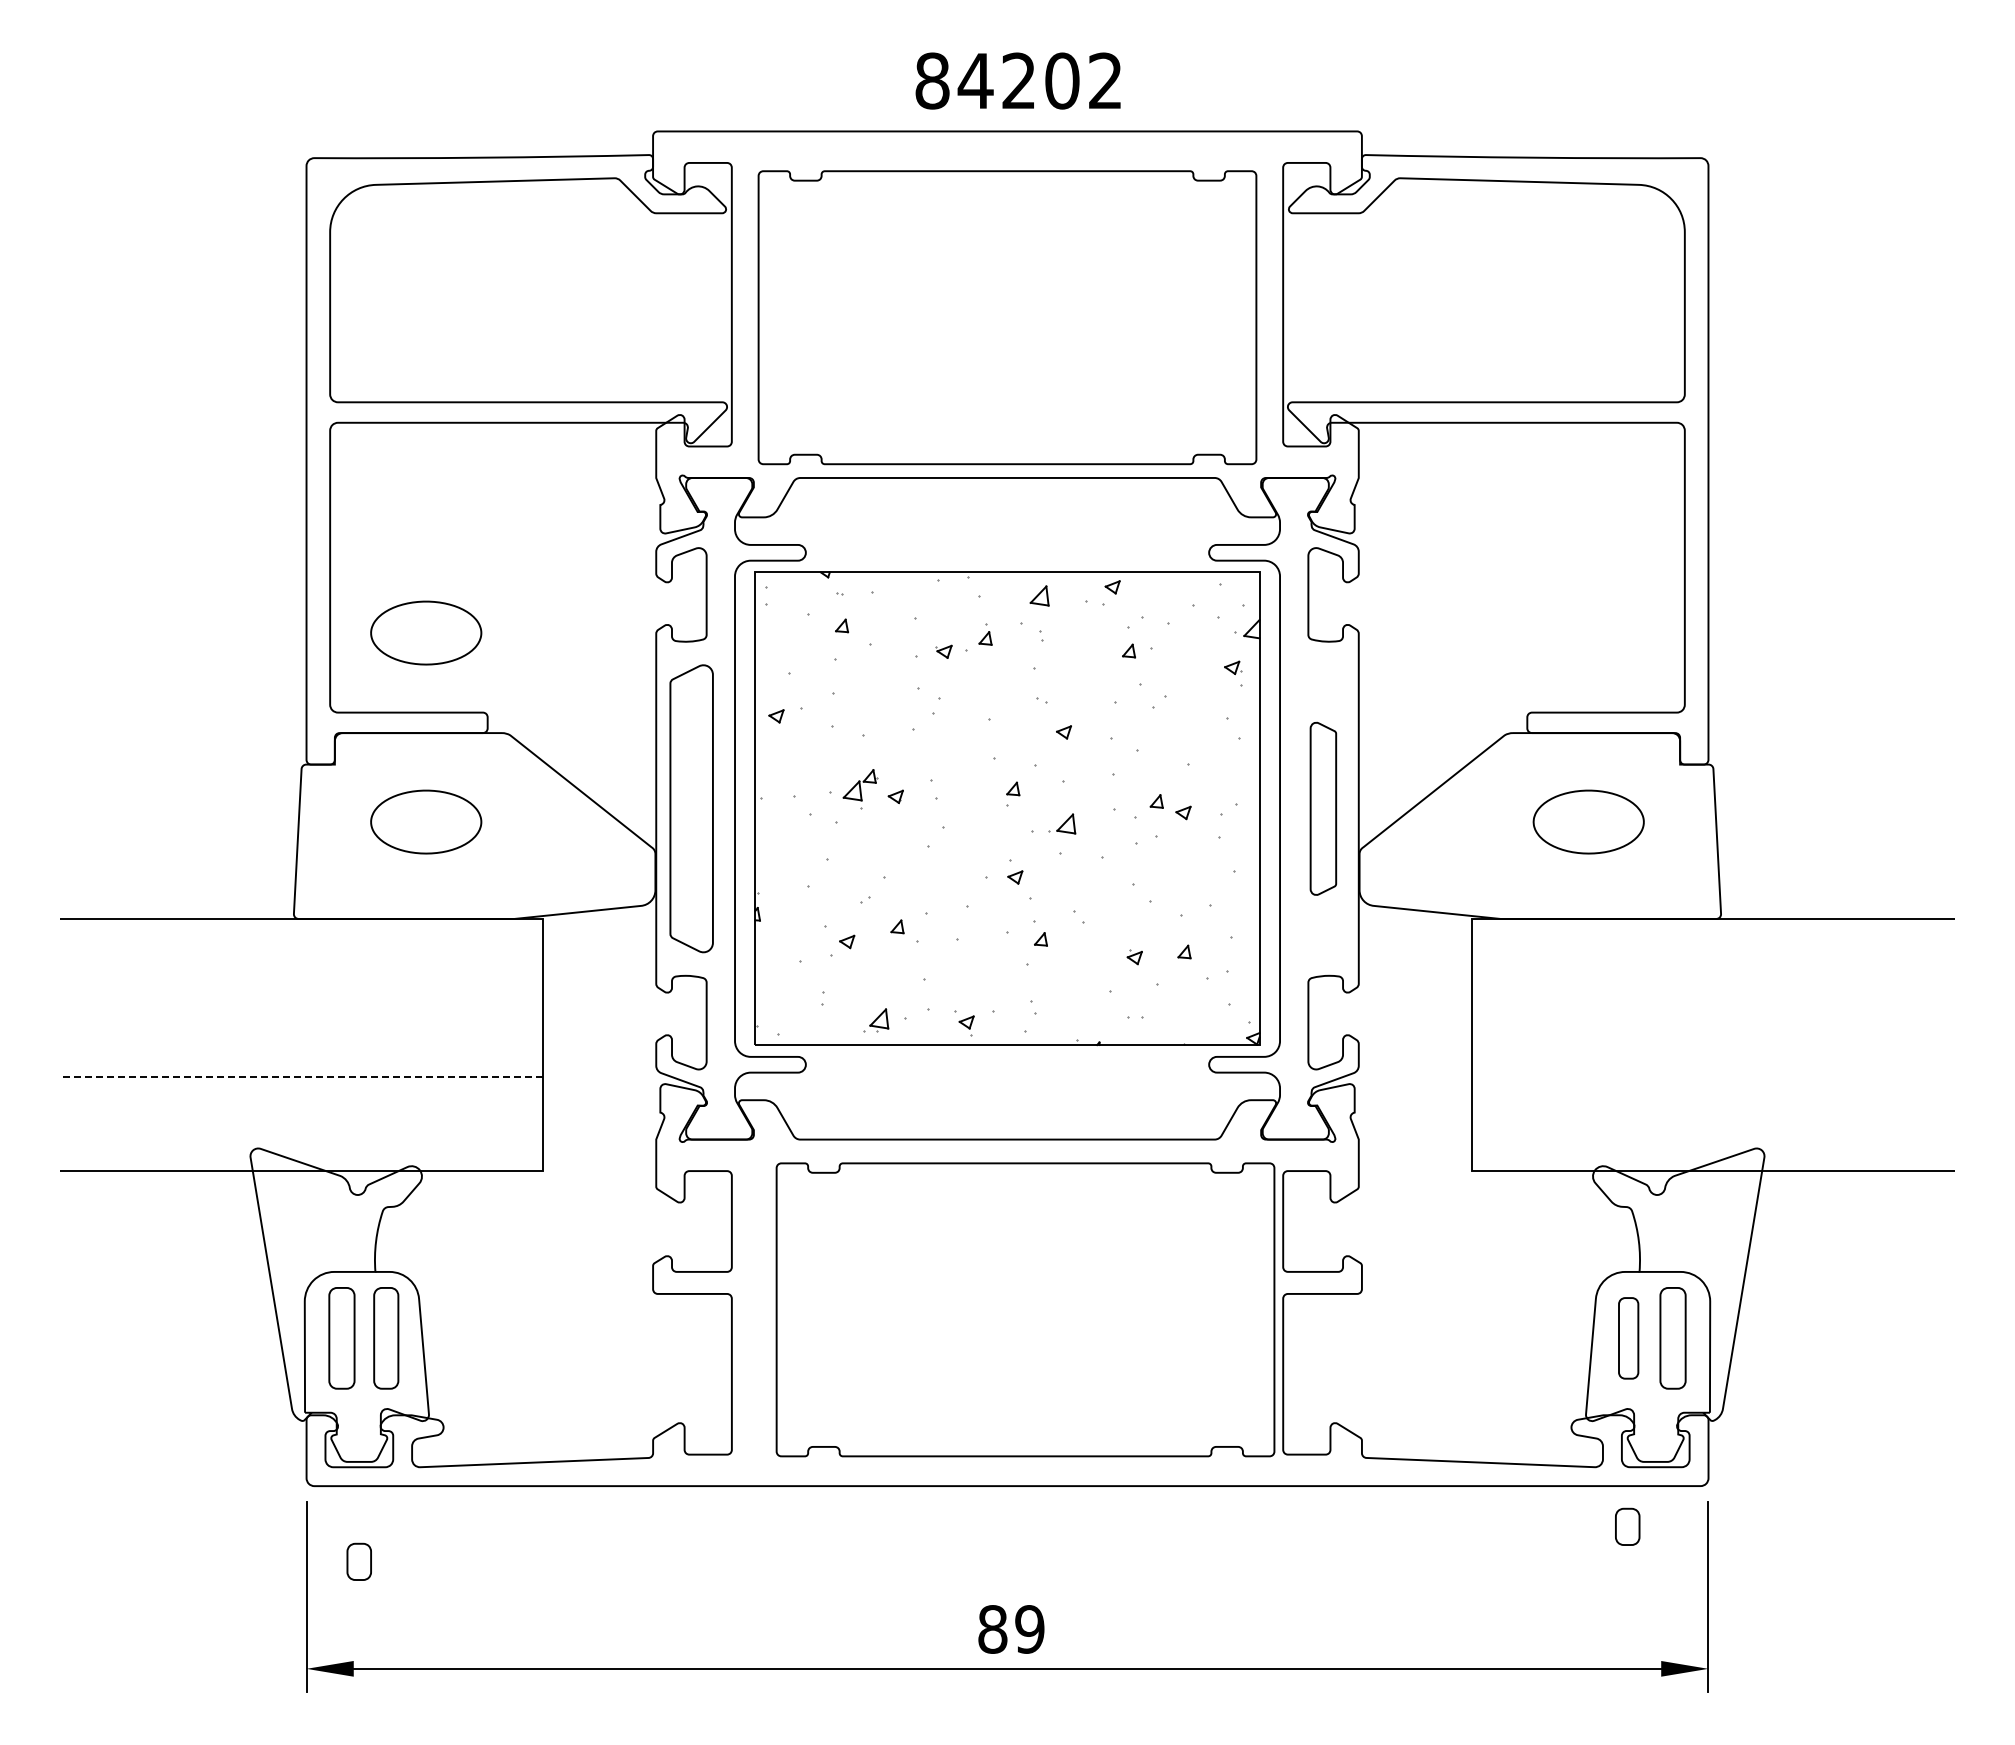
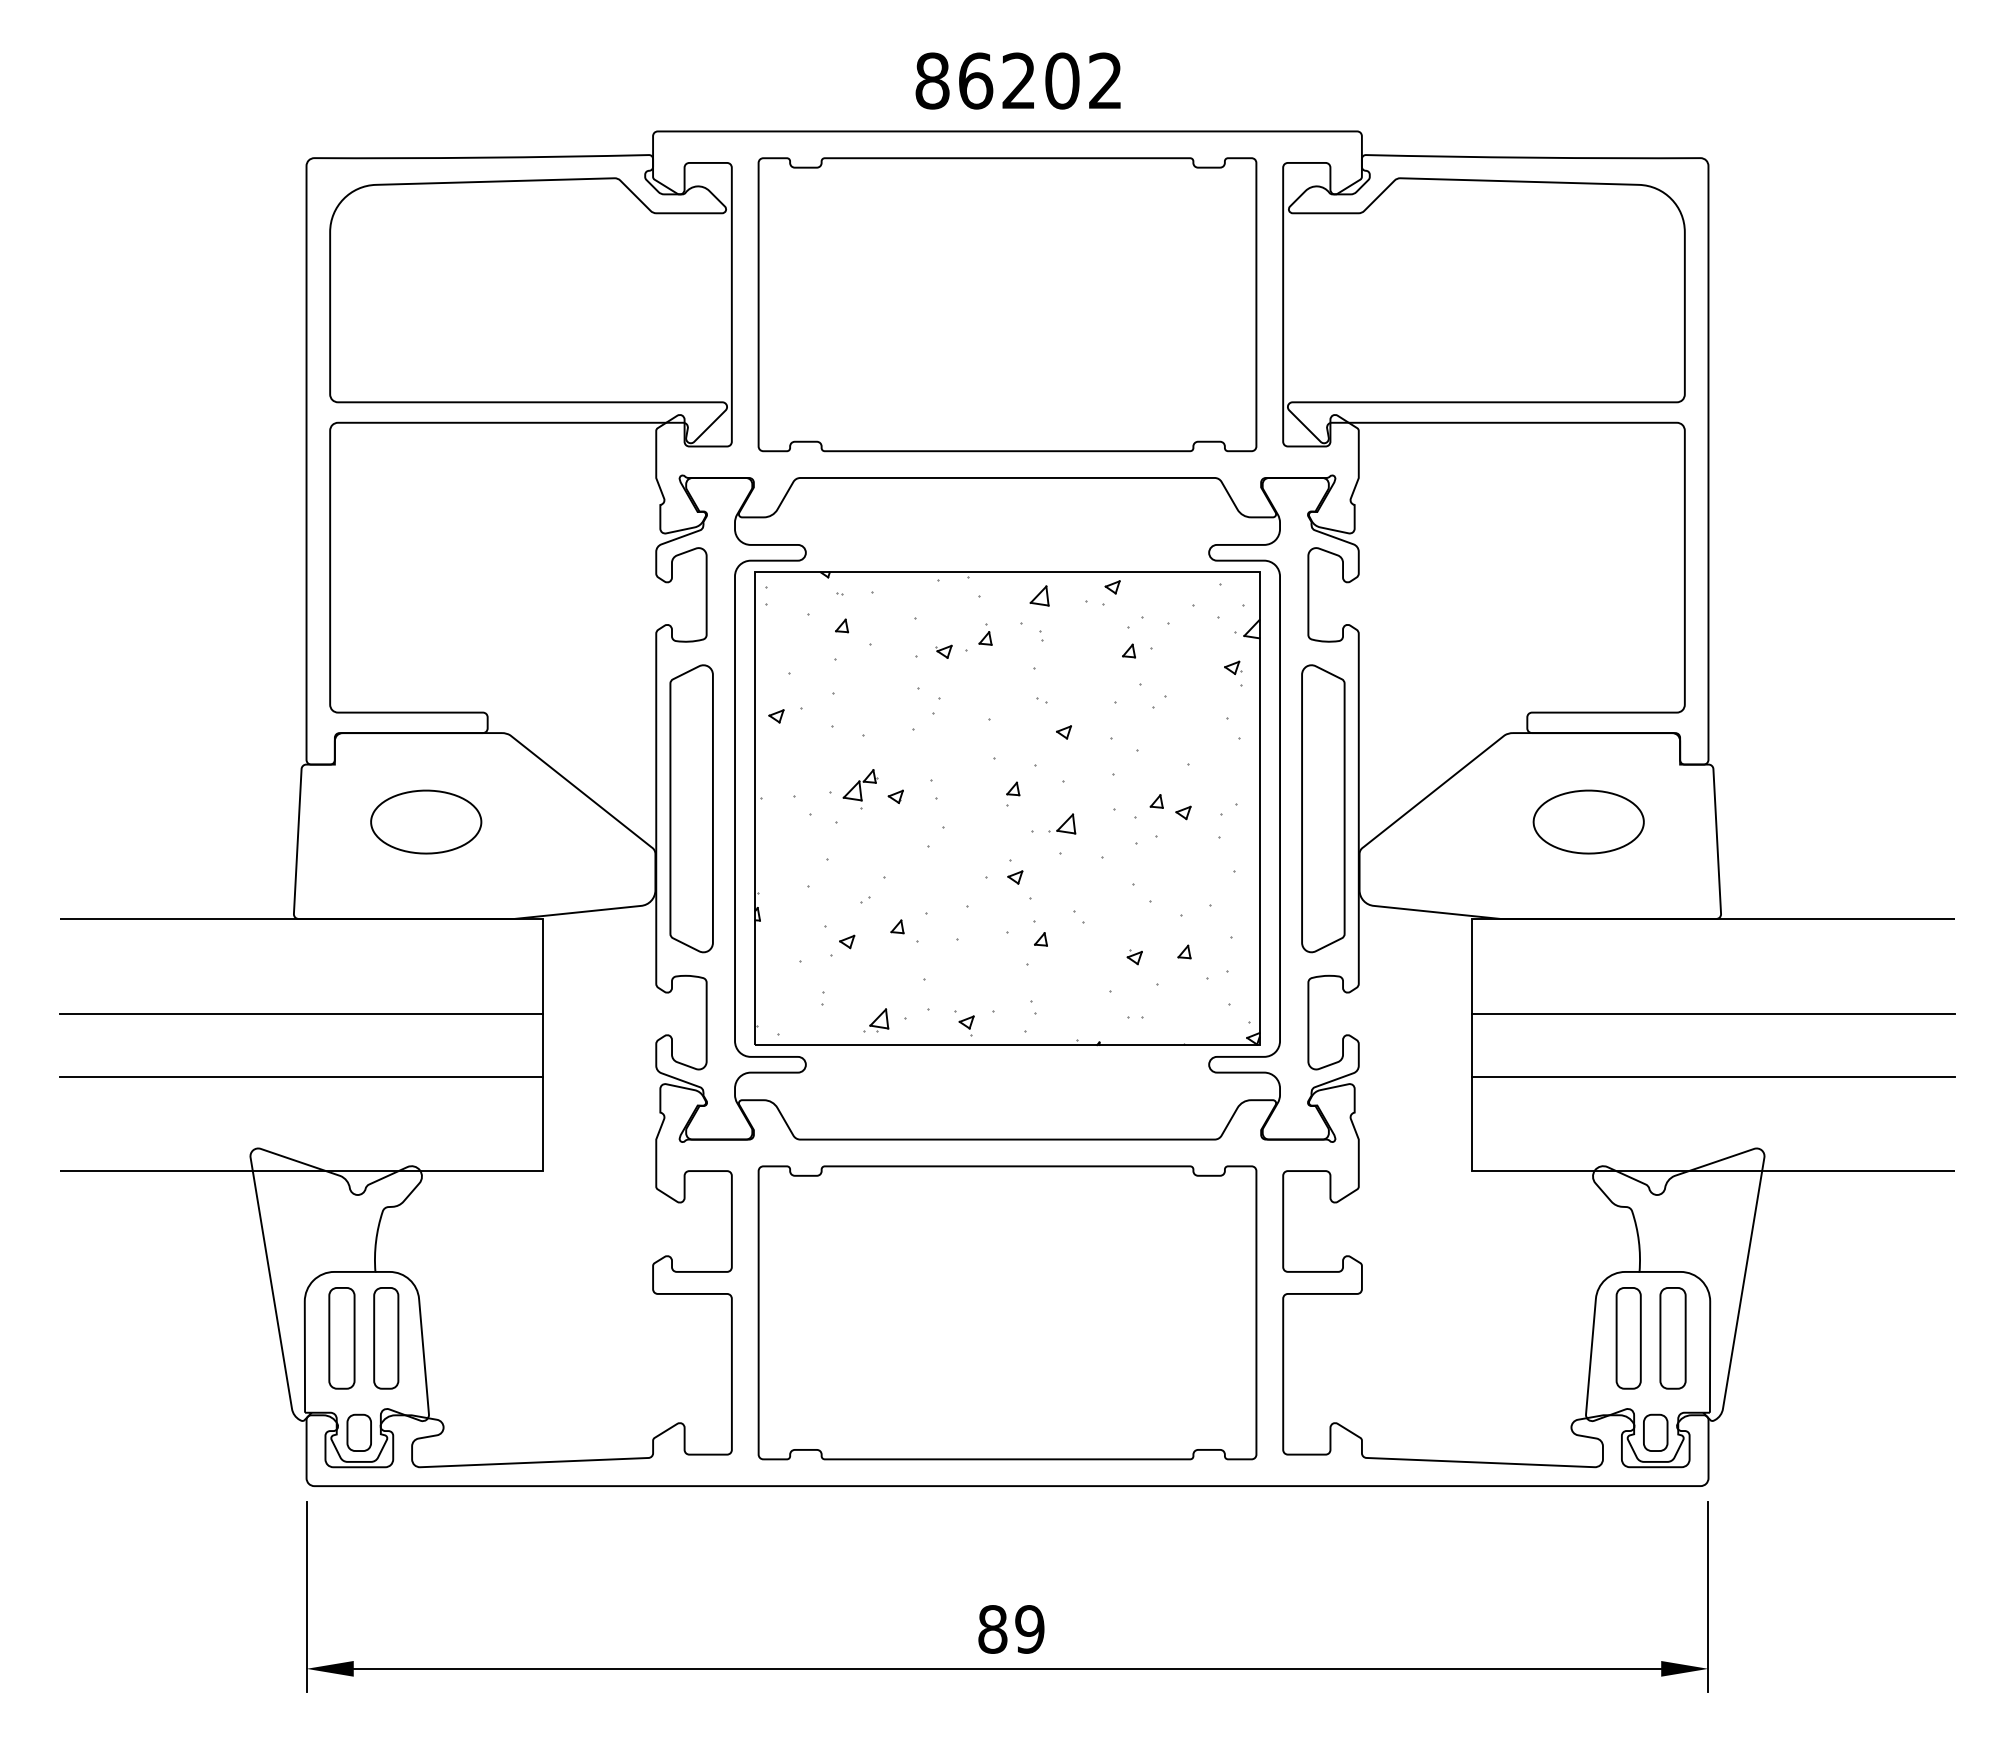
text at (975, 80): 84202 -> 86202
part at (1007, 317) position: (1007, 317) -> (1007, 304)
part at (426, 632): present -> none
part at (1323, 808) size: 29x175 px -> 45x290 px
line at (301, 1013): none -> present
line at (1713, 1013): none -> present
line at (301, 1076): dashed -> solid
line at (1713, 1076): none -> present
part at (1025, 1309) position: (1025, 1309) -> (1007, 1312)
part at (1628, 1338) size: 22x83 px -> 27x103 px
part at (1627, 1526) position: (1627, 1526) -> (1655, 1432)
part at (358, 1561) position: (358, 1561) -> (358, 1432)
